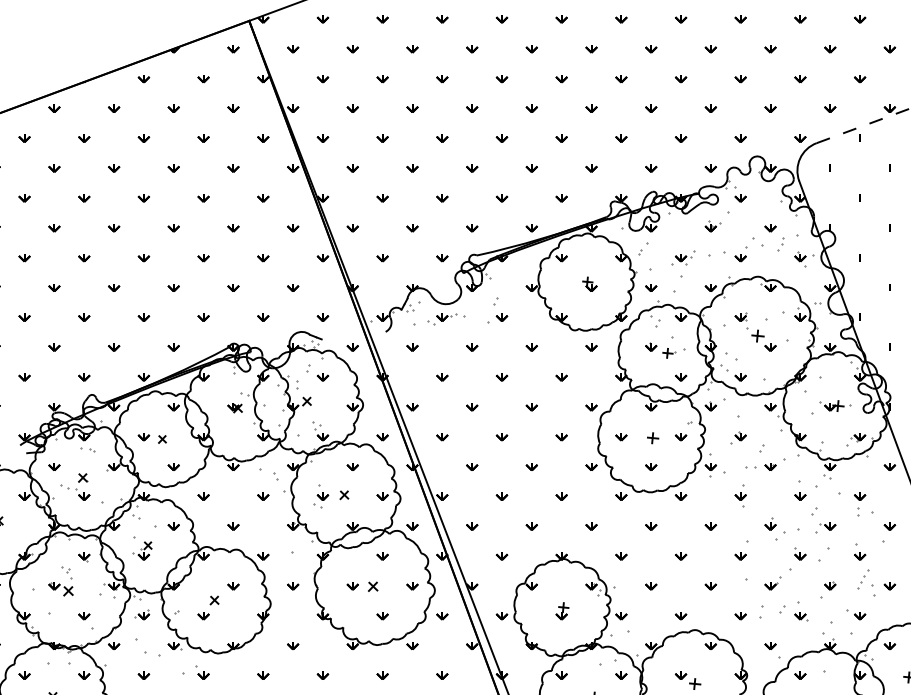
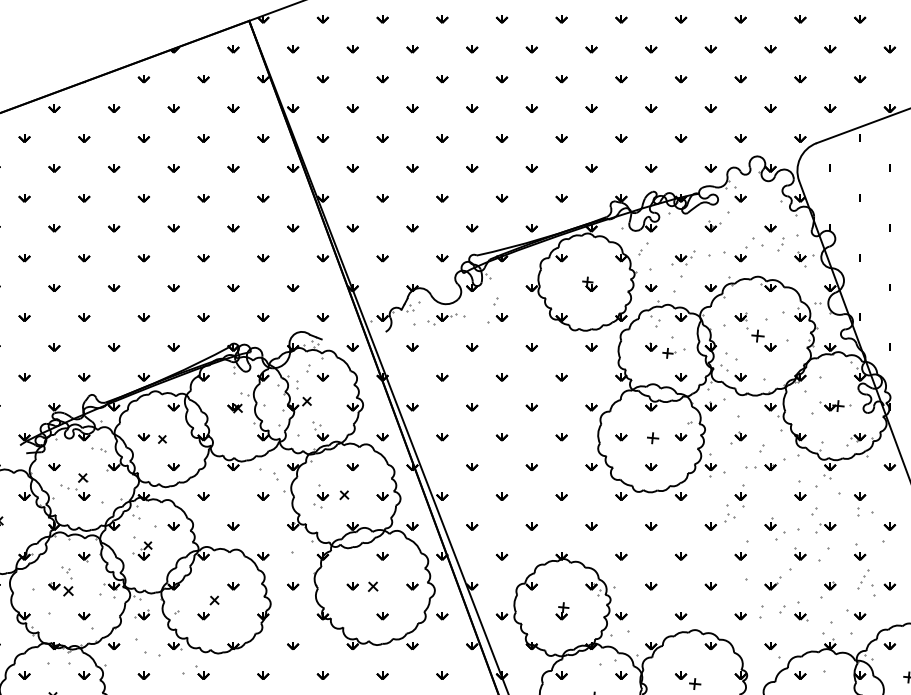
line at (863, 125): dashed -> solid
part at (87, 449) position: (87, 449) -> (98, 449)
part at (729, 513): none -> present
